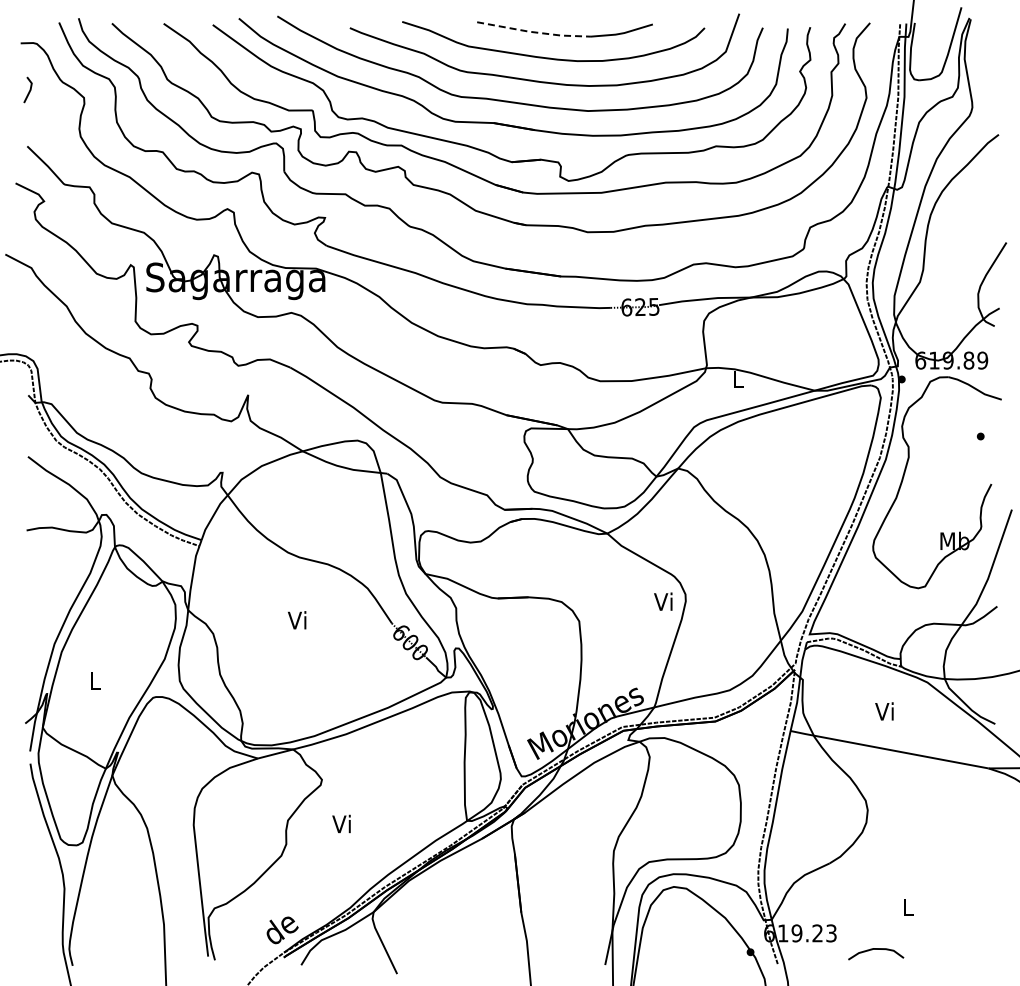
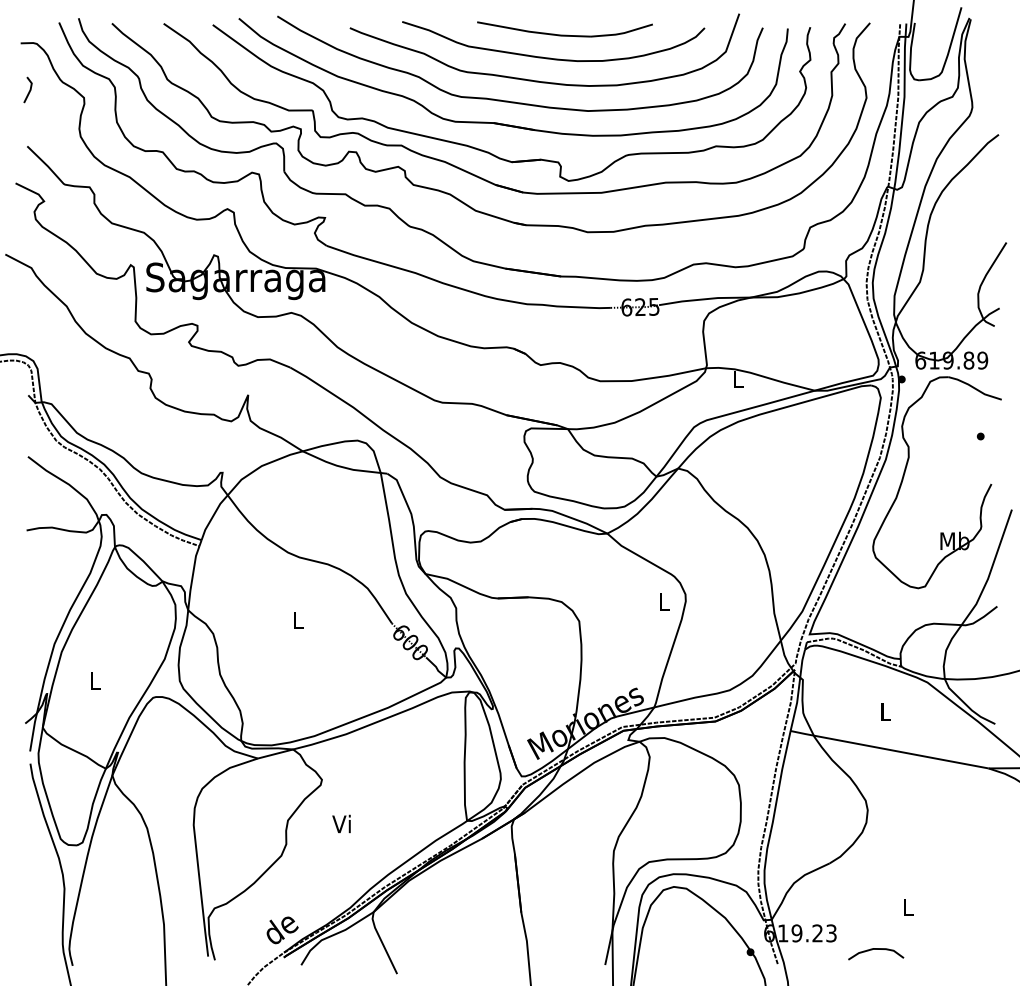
line at (533, 32): dashed -> solid
text at (663, 601): Vi -> L
text at (296, 620): Vi -> L
text at (884, 711): Vi -> L
